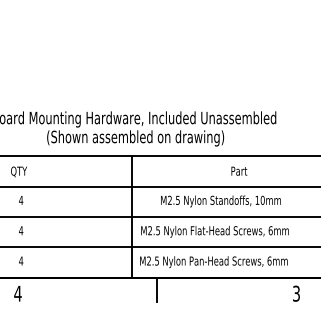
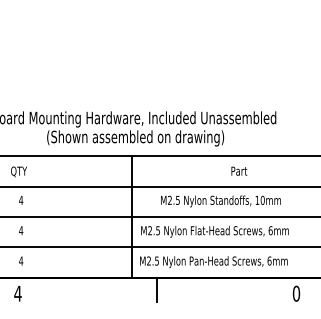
text at (296, 293): 3 -> 0
